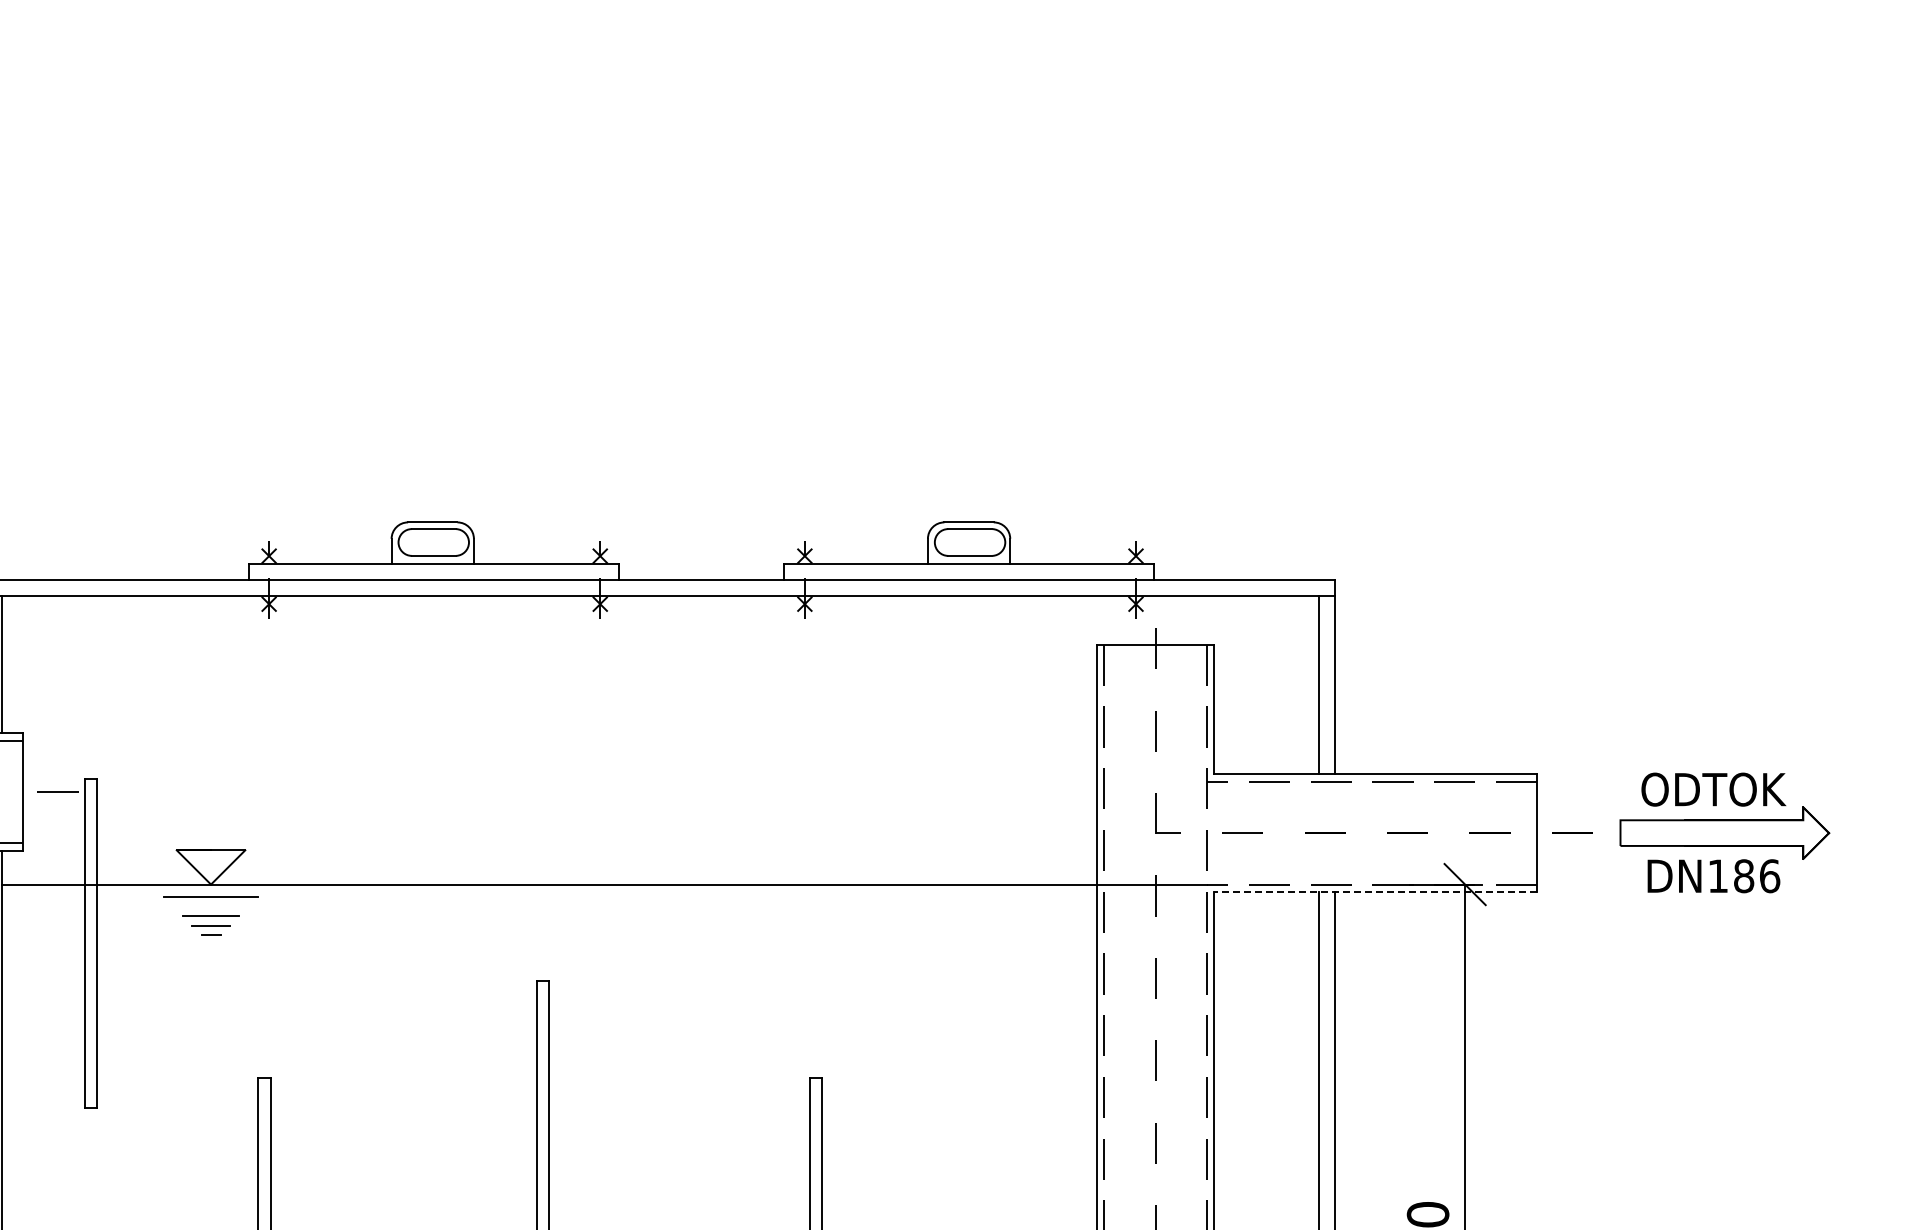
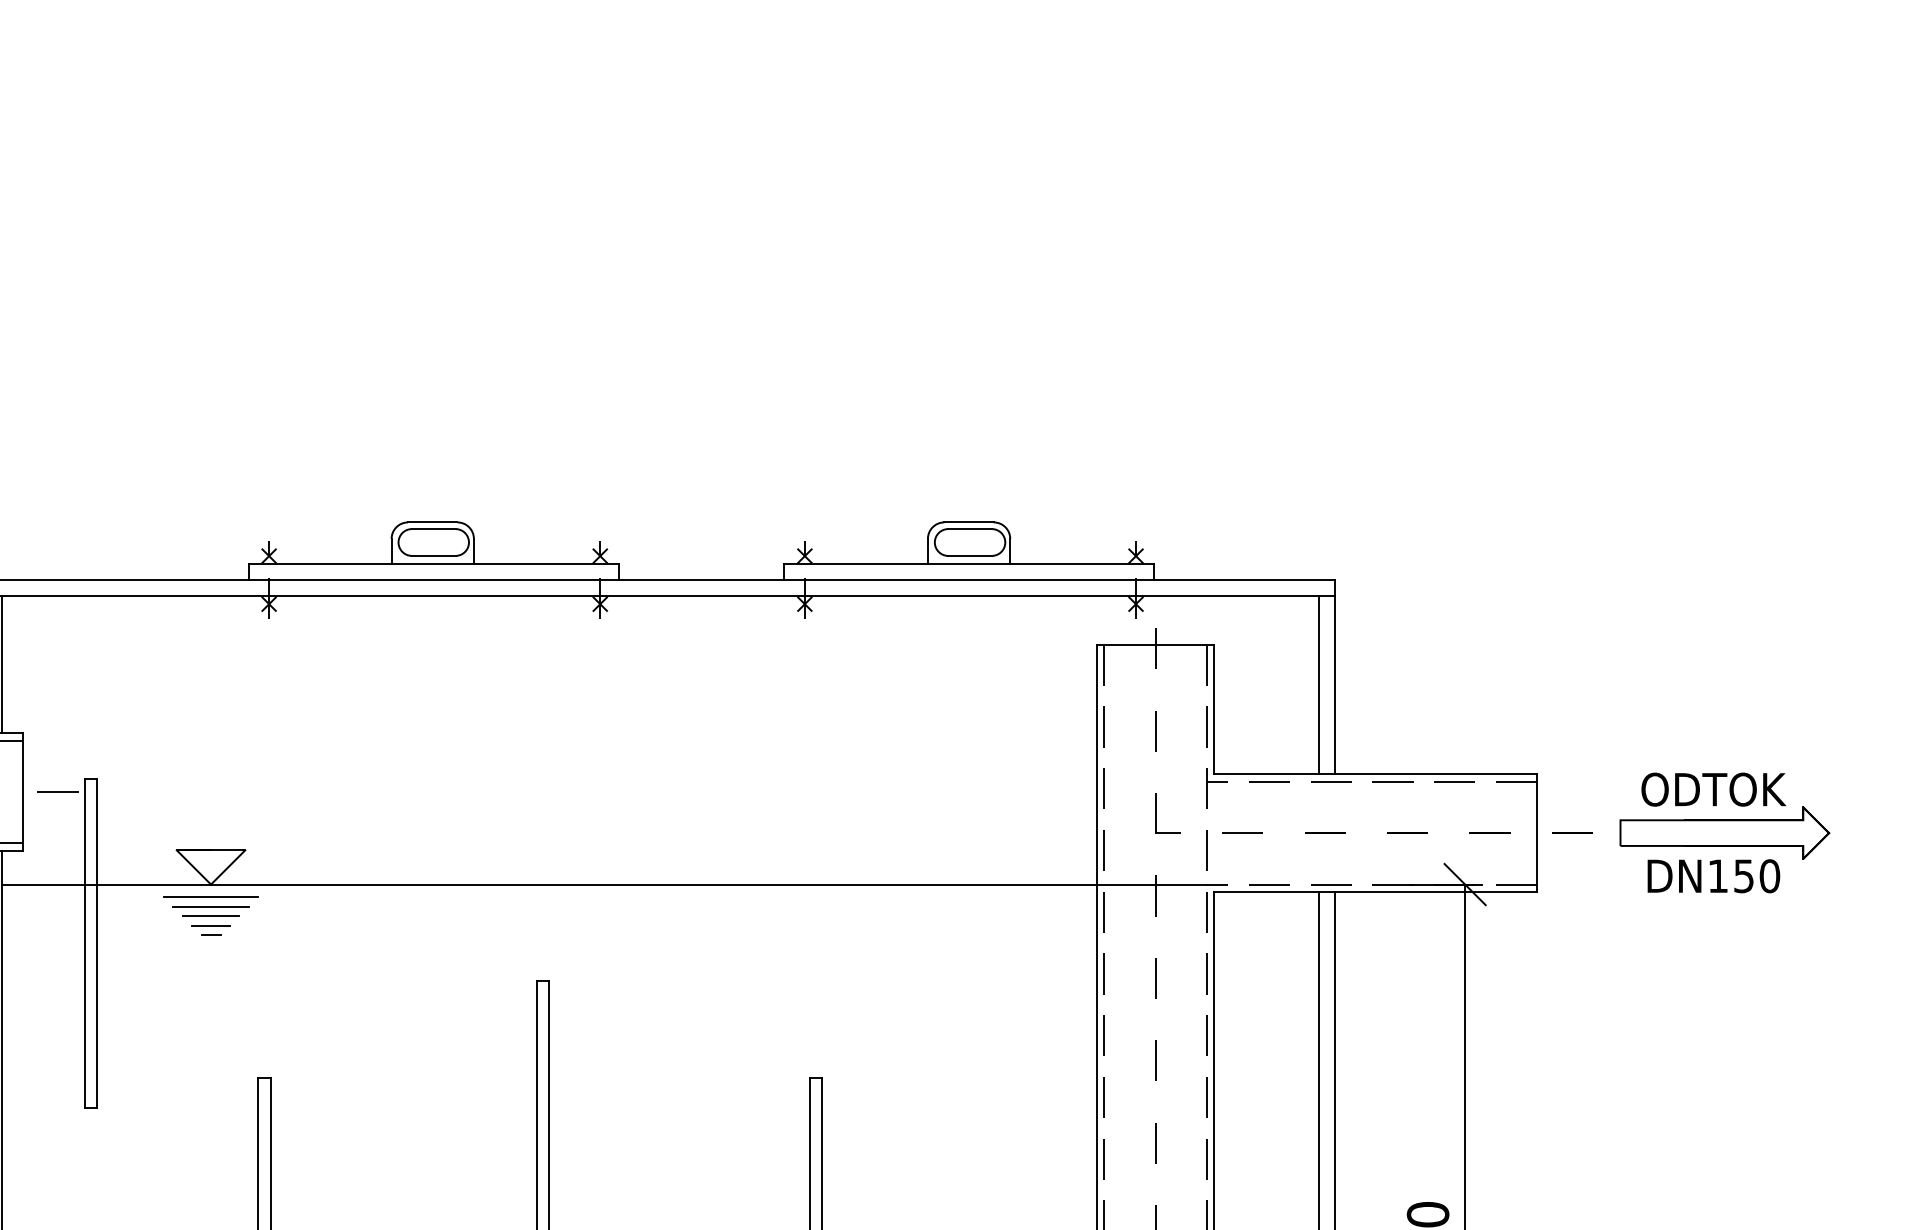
text at (1757, 876): DN186 -> DN150
line at (1375, 891): dashed -> solid
line at (210, 906): none -> present
